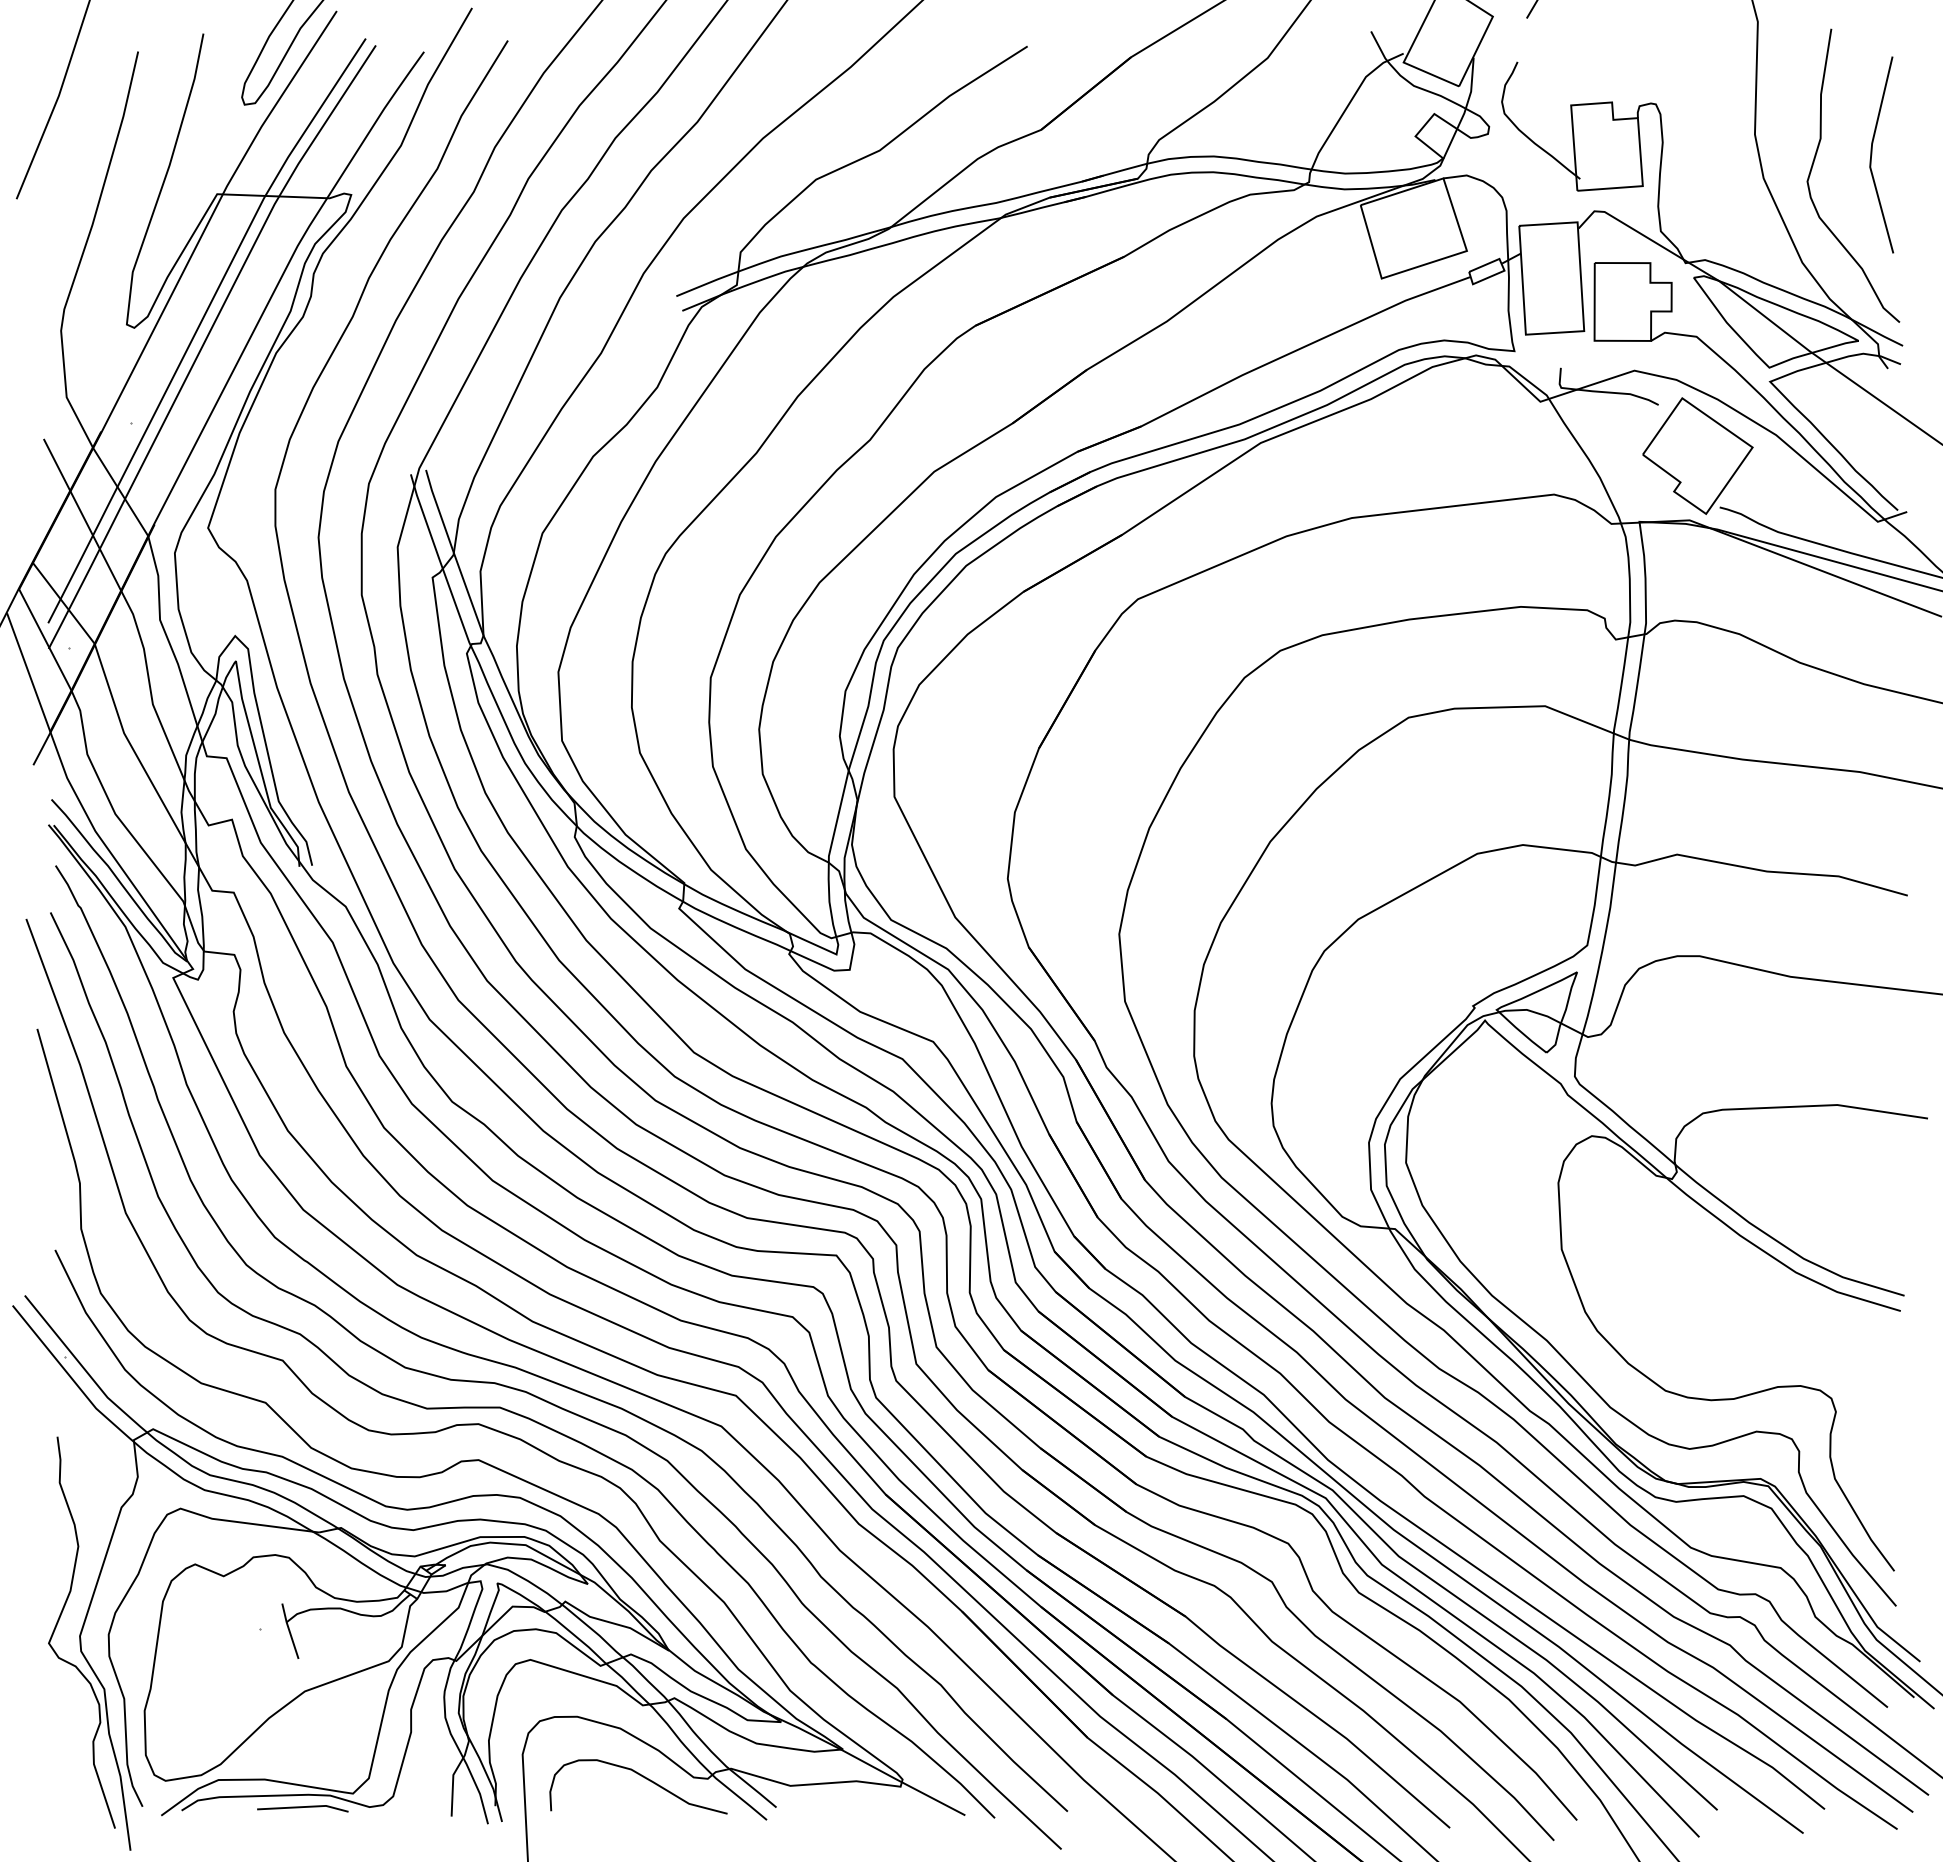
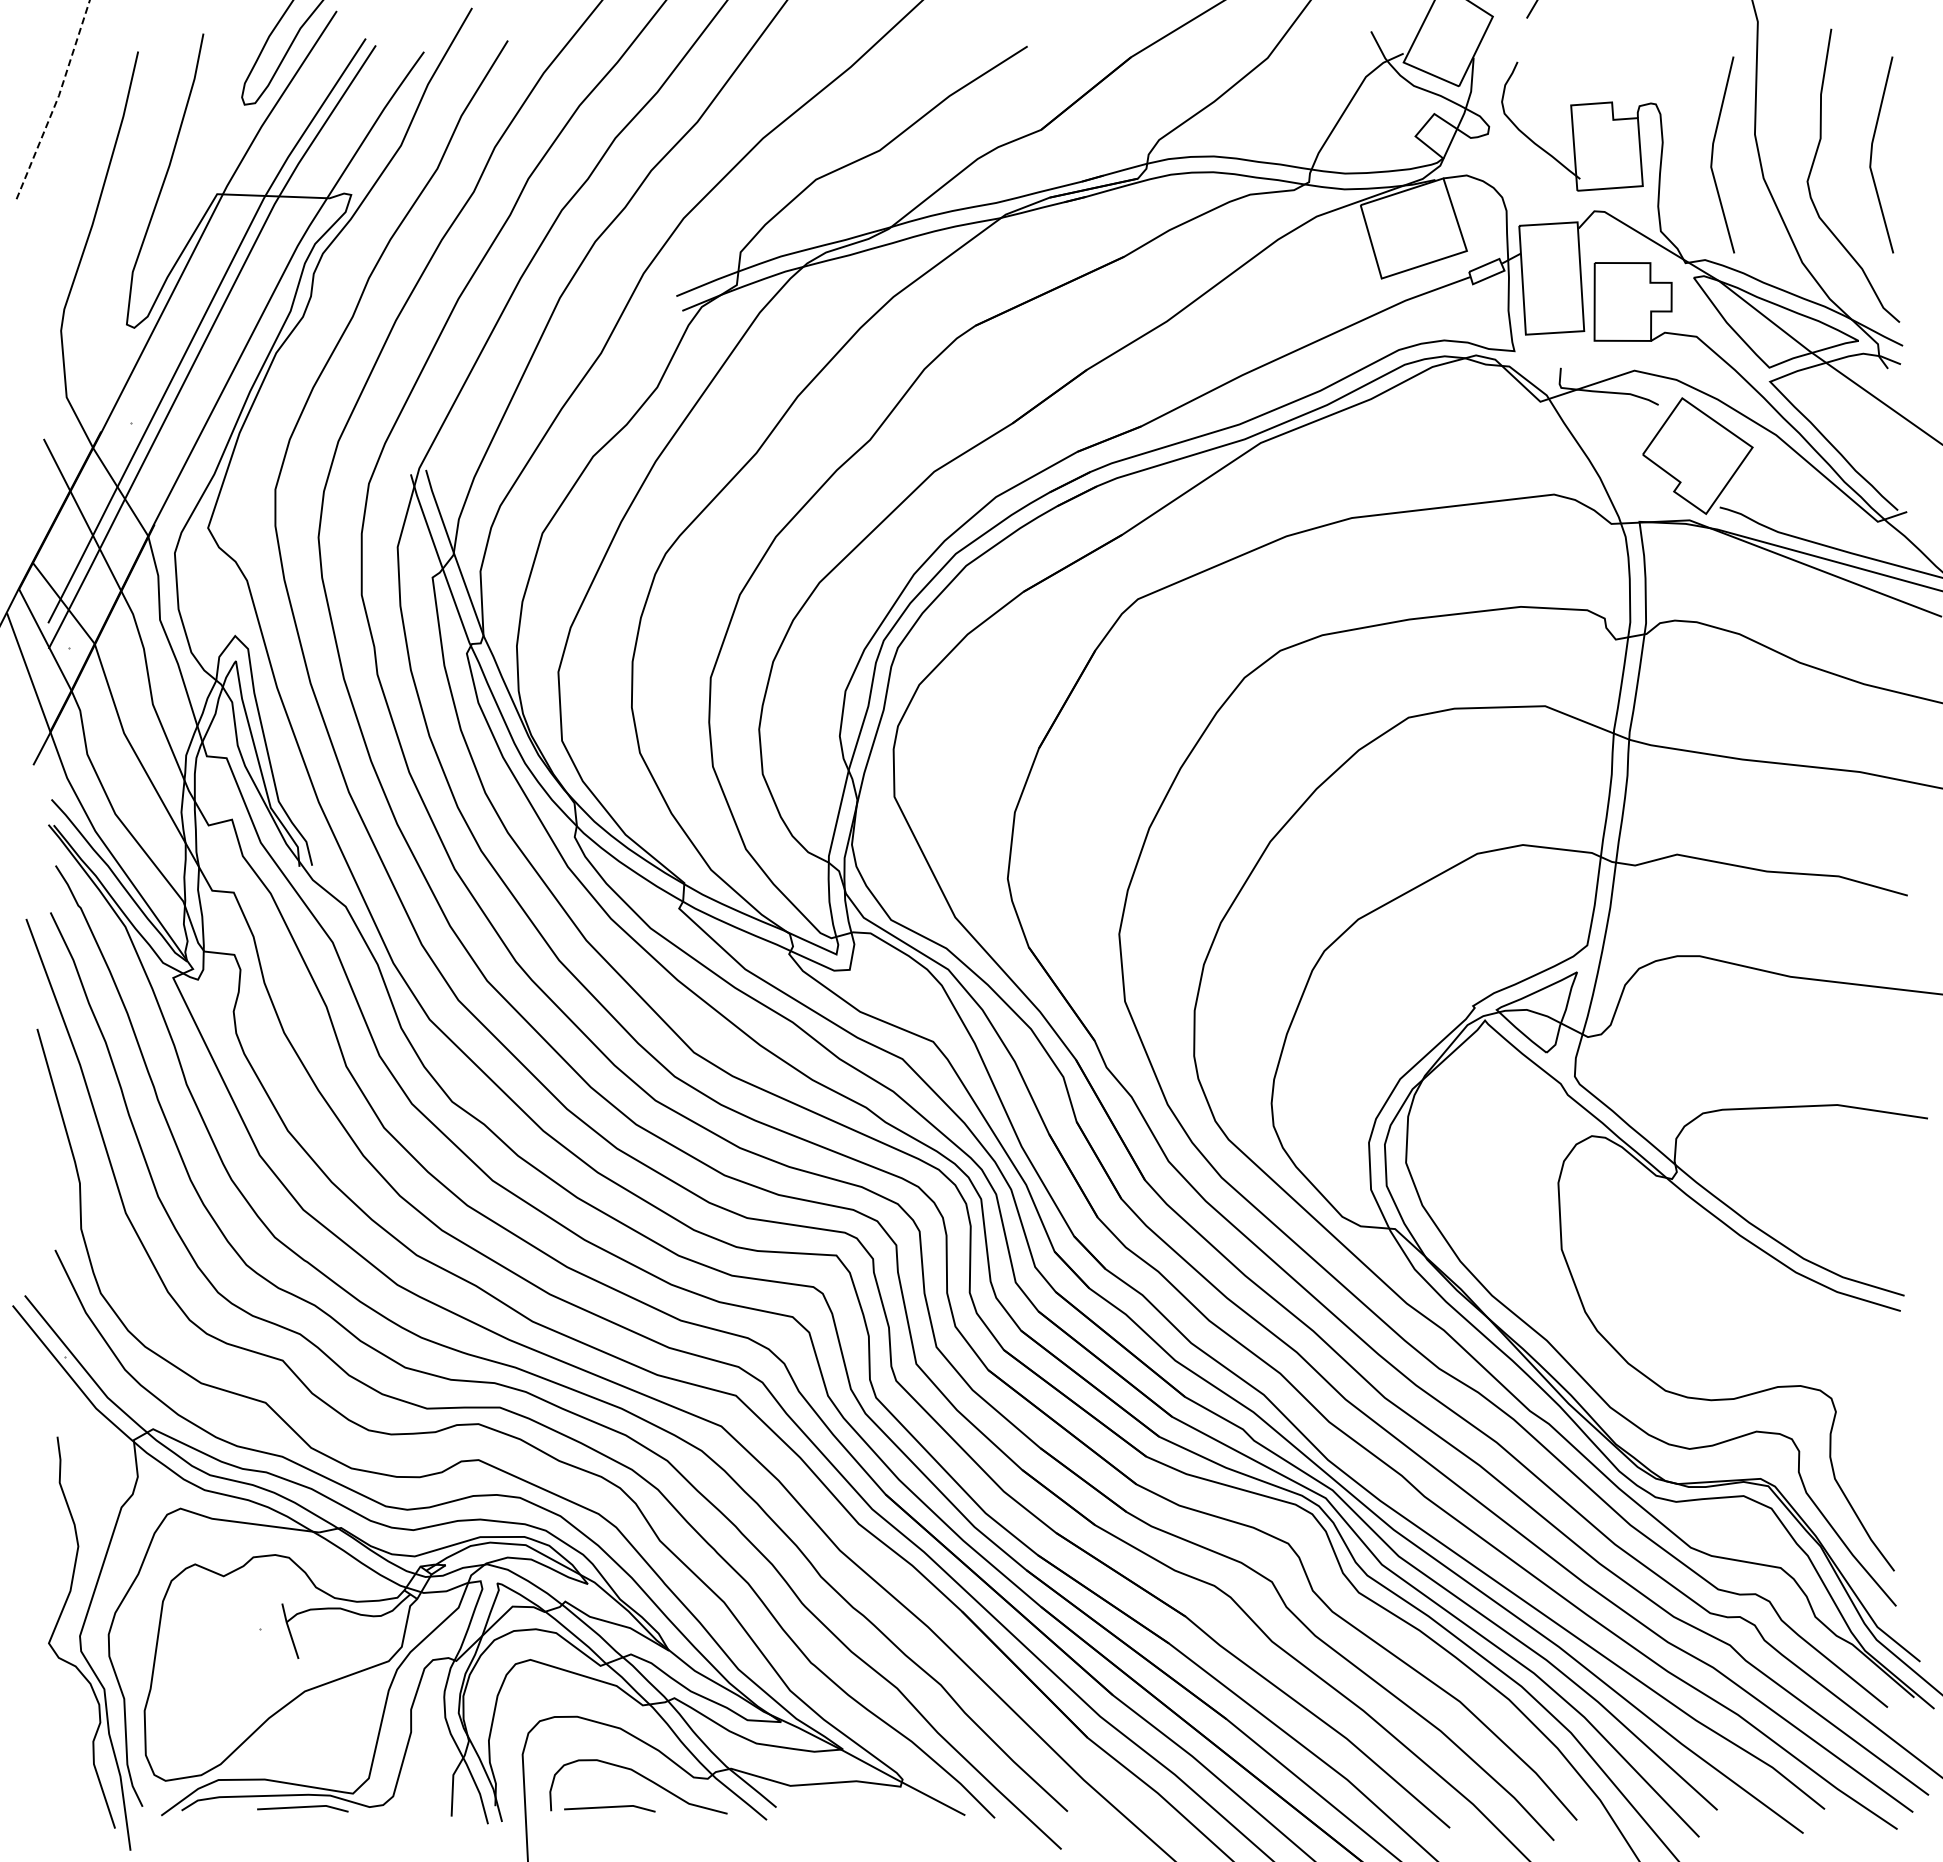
line at (57, 100): solid -> dashed
line at (1713, 154): none -> present
line at (609, 1807): none -> present
